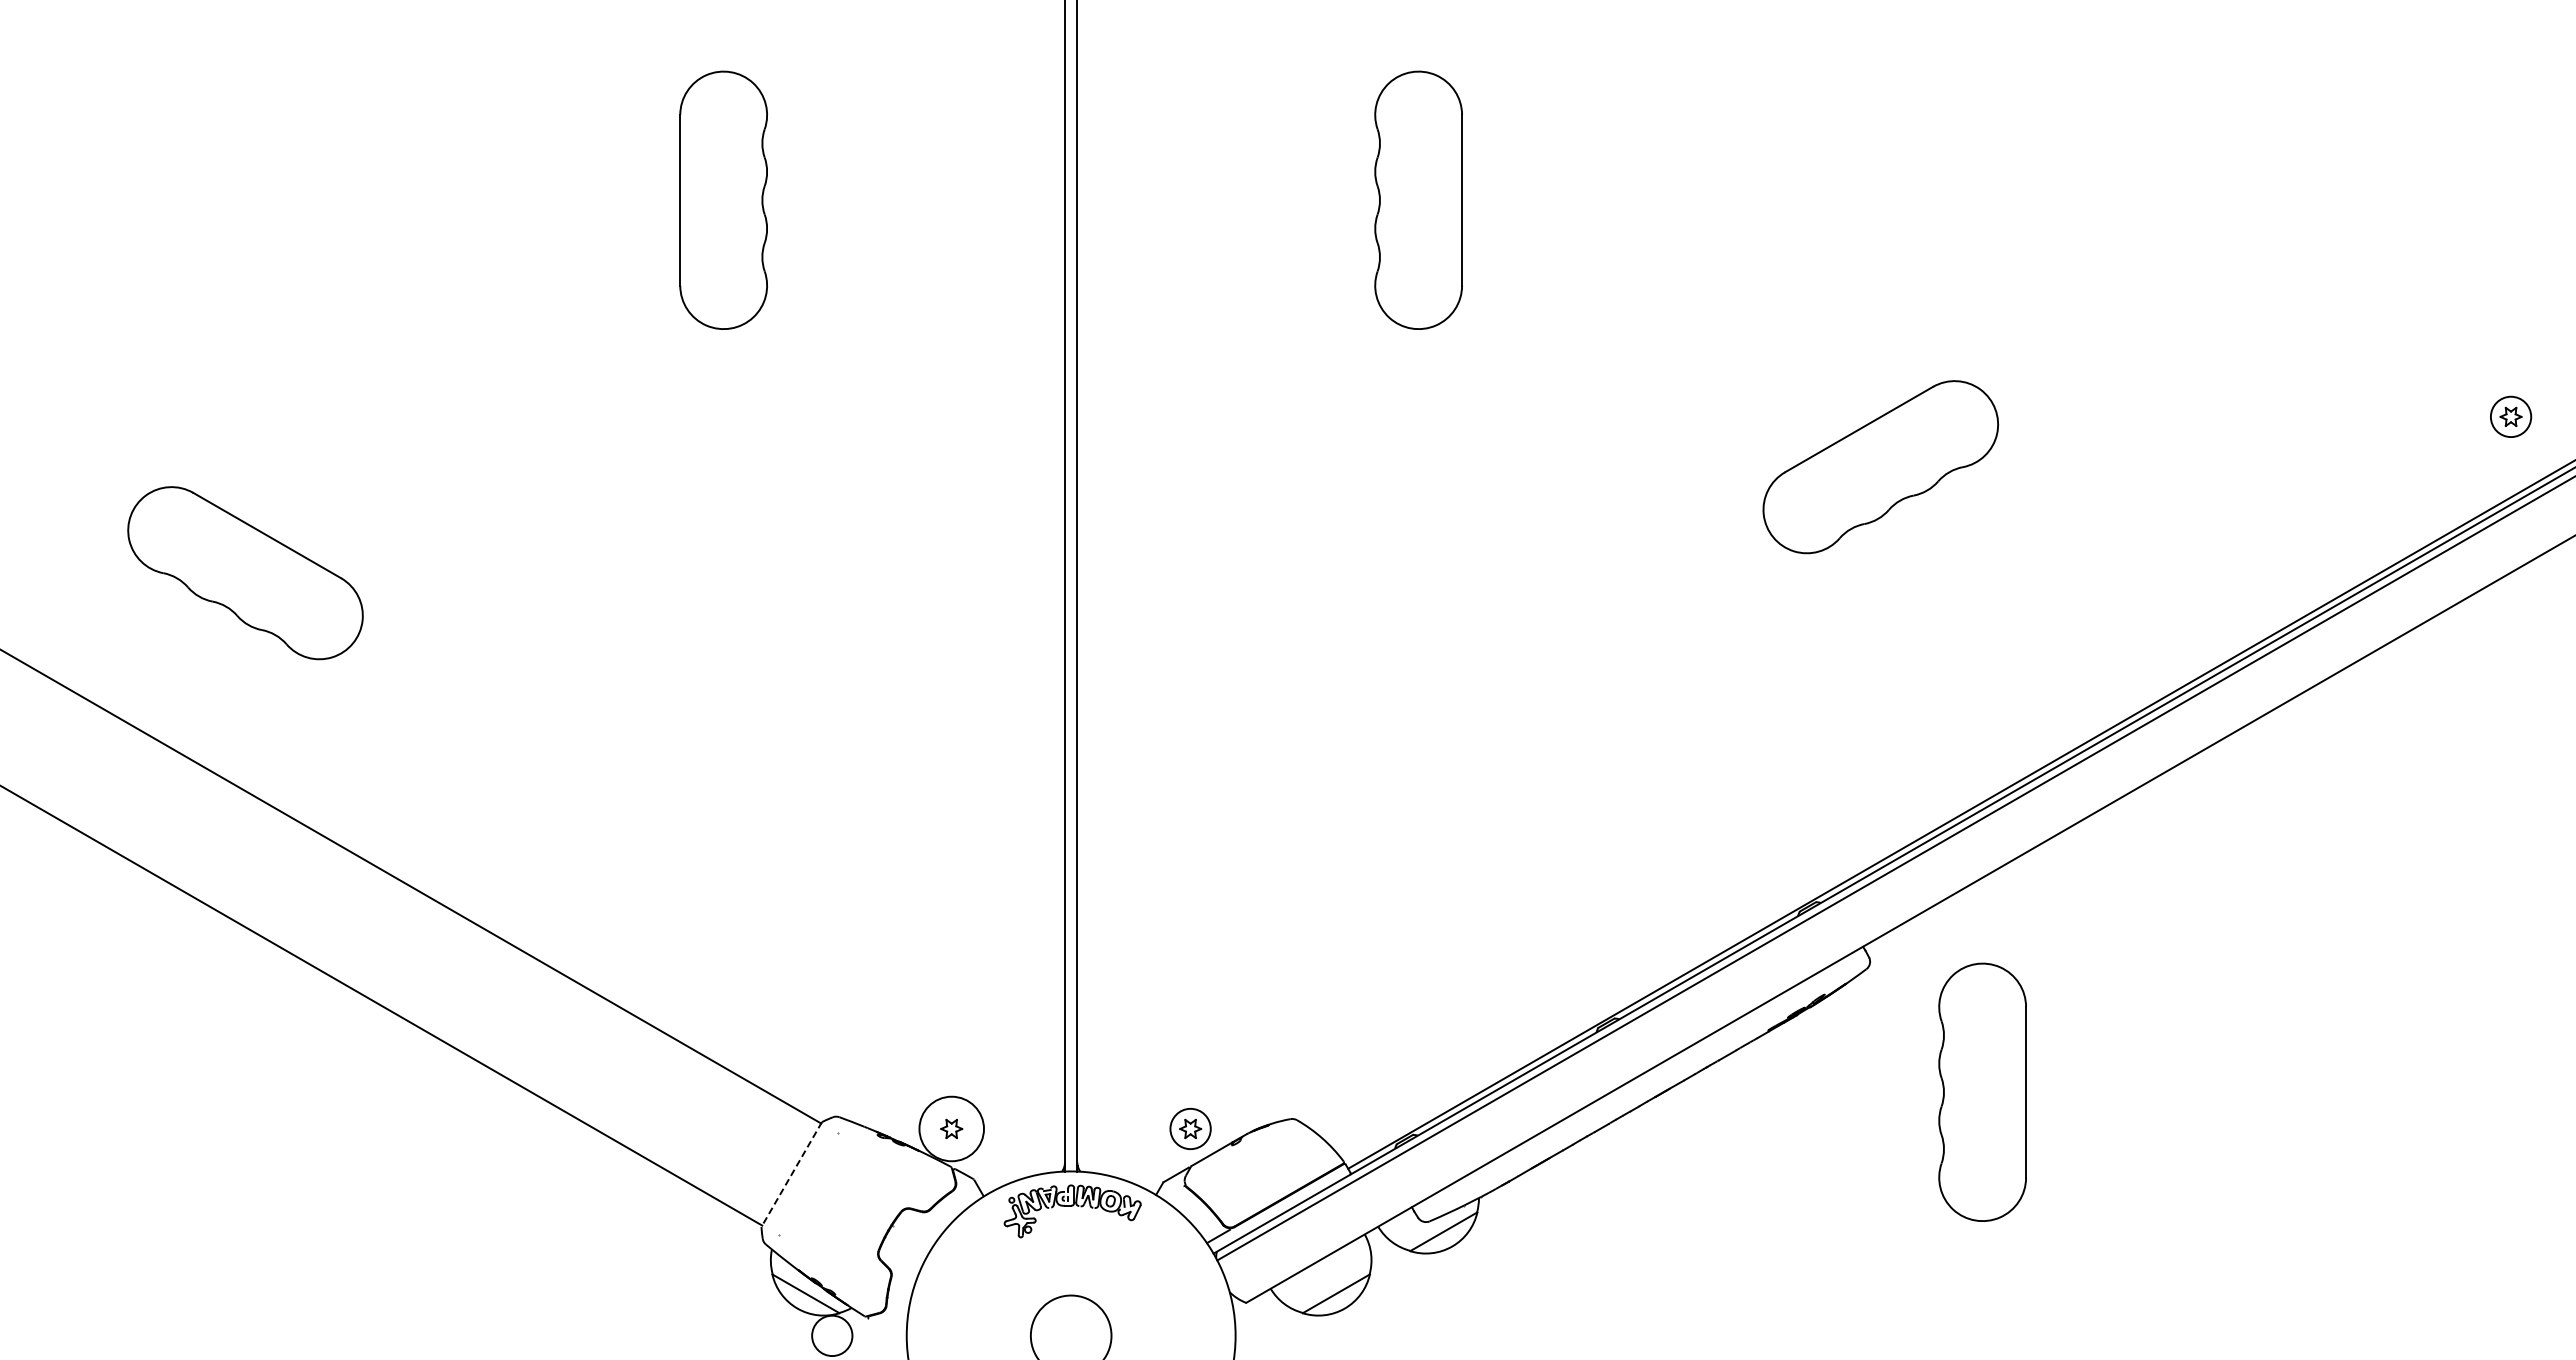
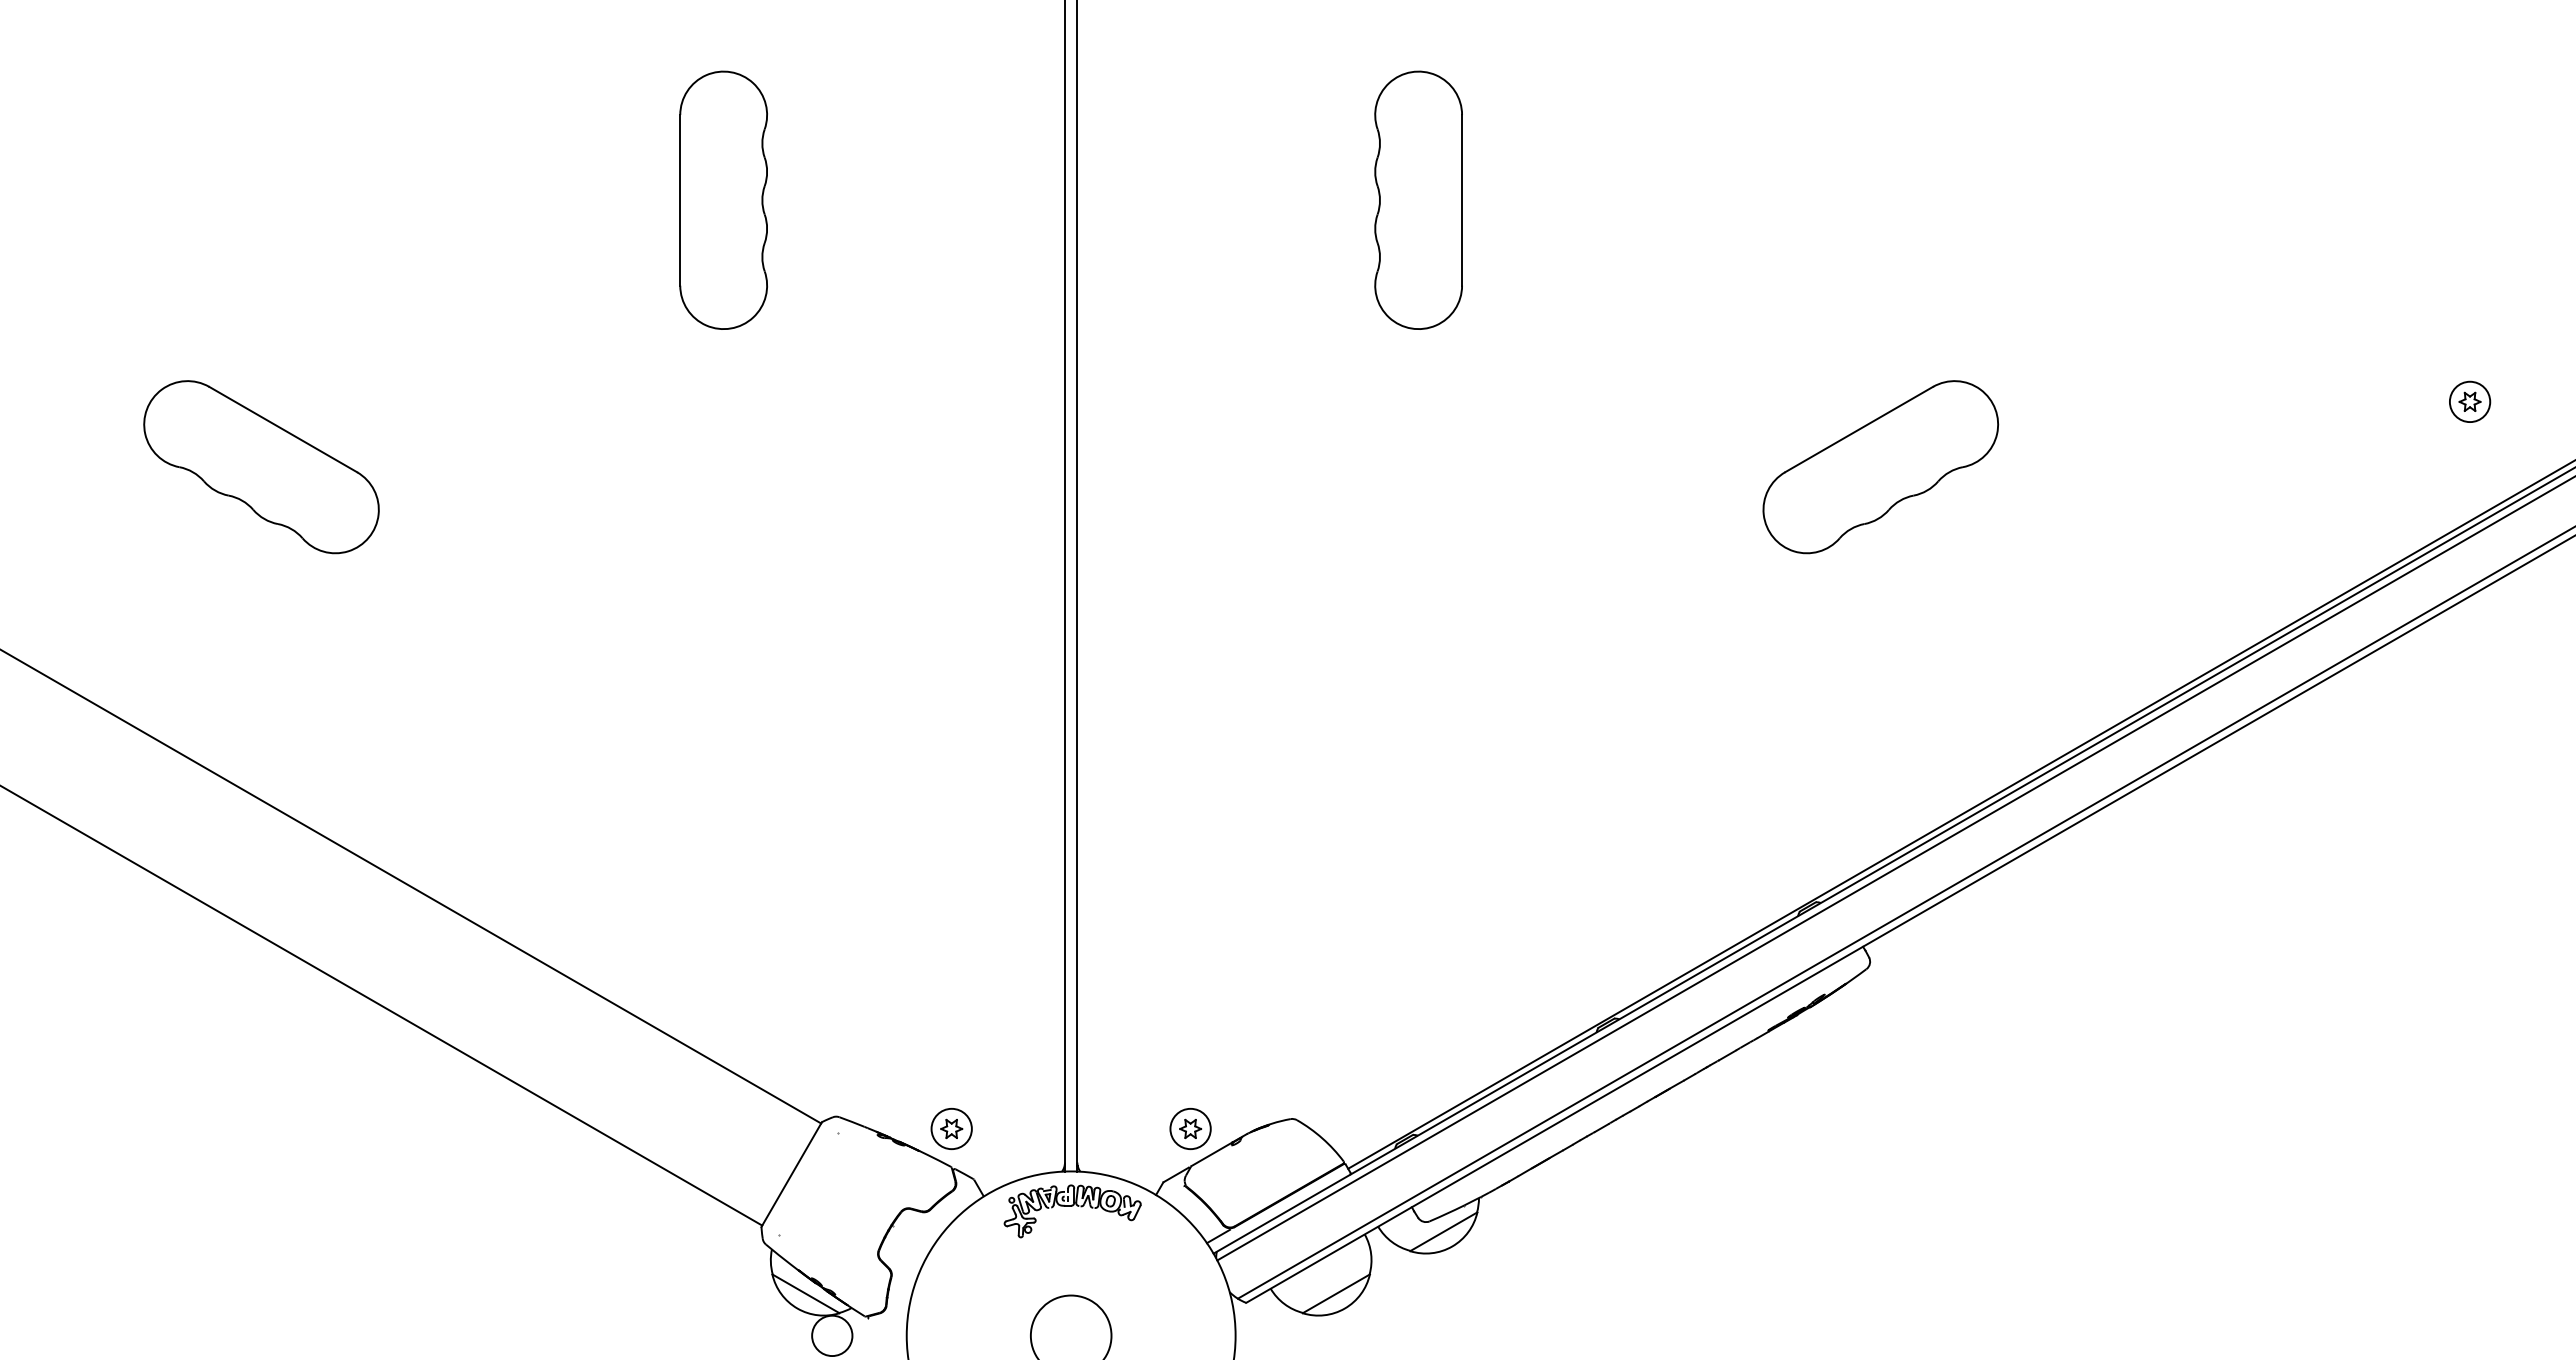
part at (2511, 416) position: (2511, 416) -> (2470, 401)
part at (245, 573) position: (245, 573) -> (261, 467)
line at (1904, 912): none -> present
part at (1982, 1091): present -> none
circle at (951, 1128) diameter: 65 px -> 40 px
line at (791, 1174): dashed -> solid
